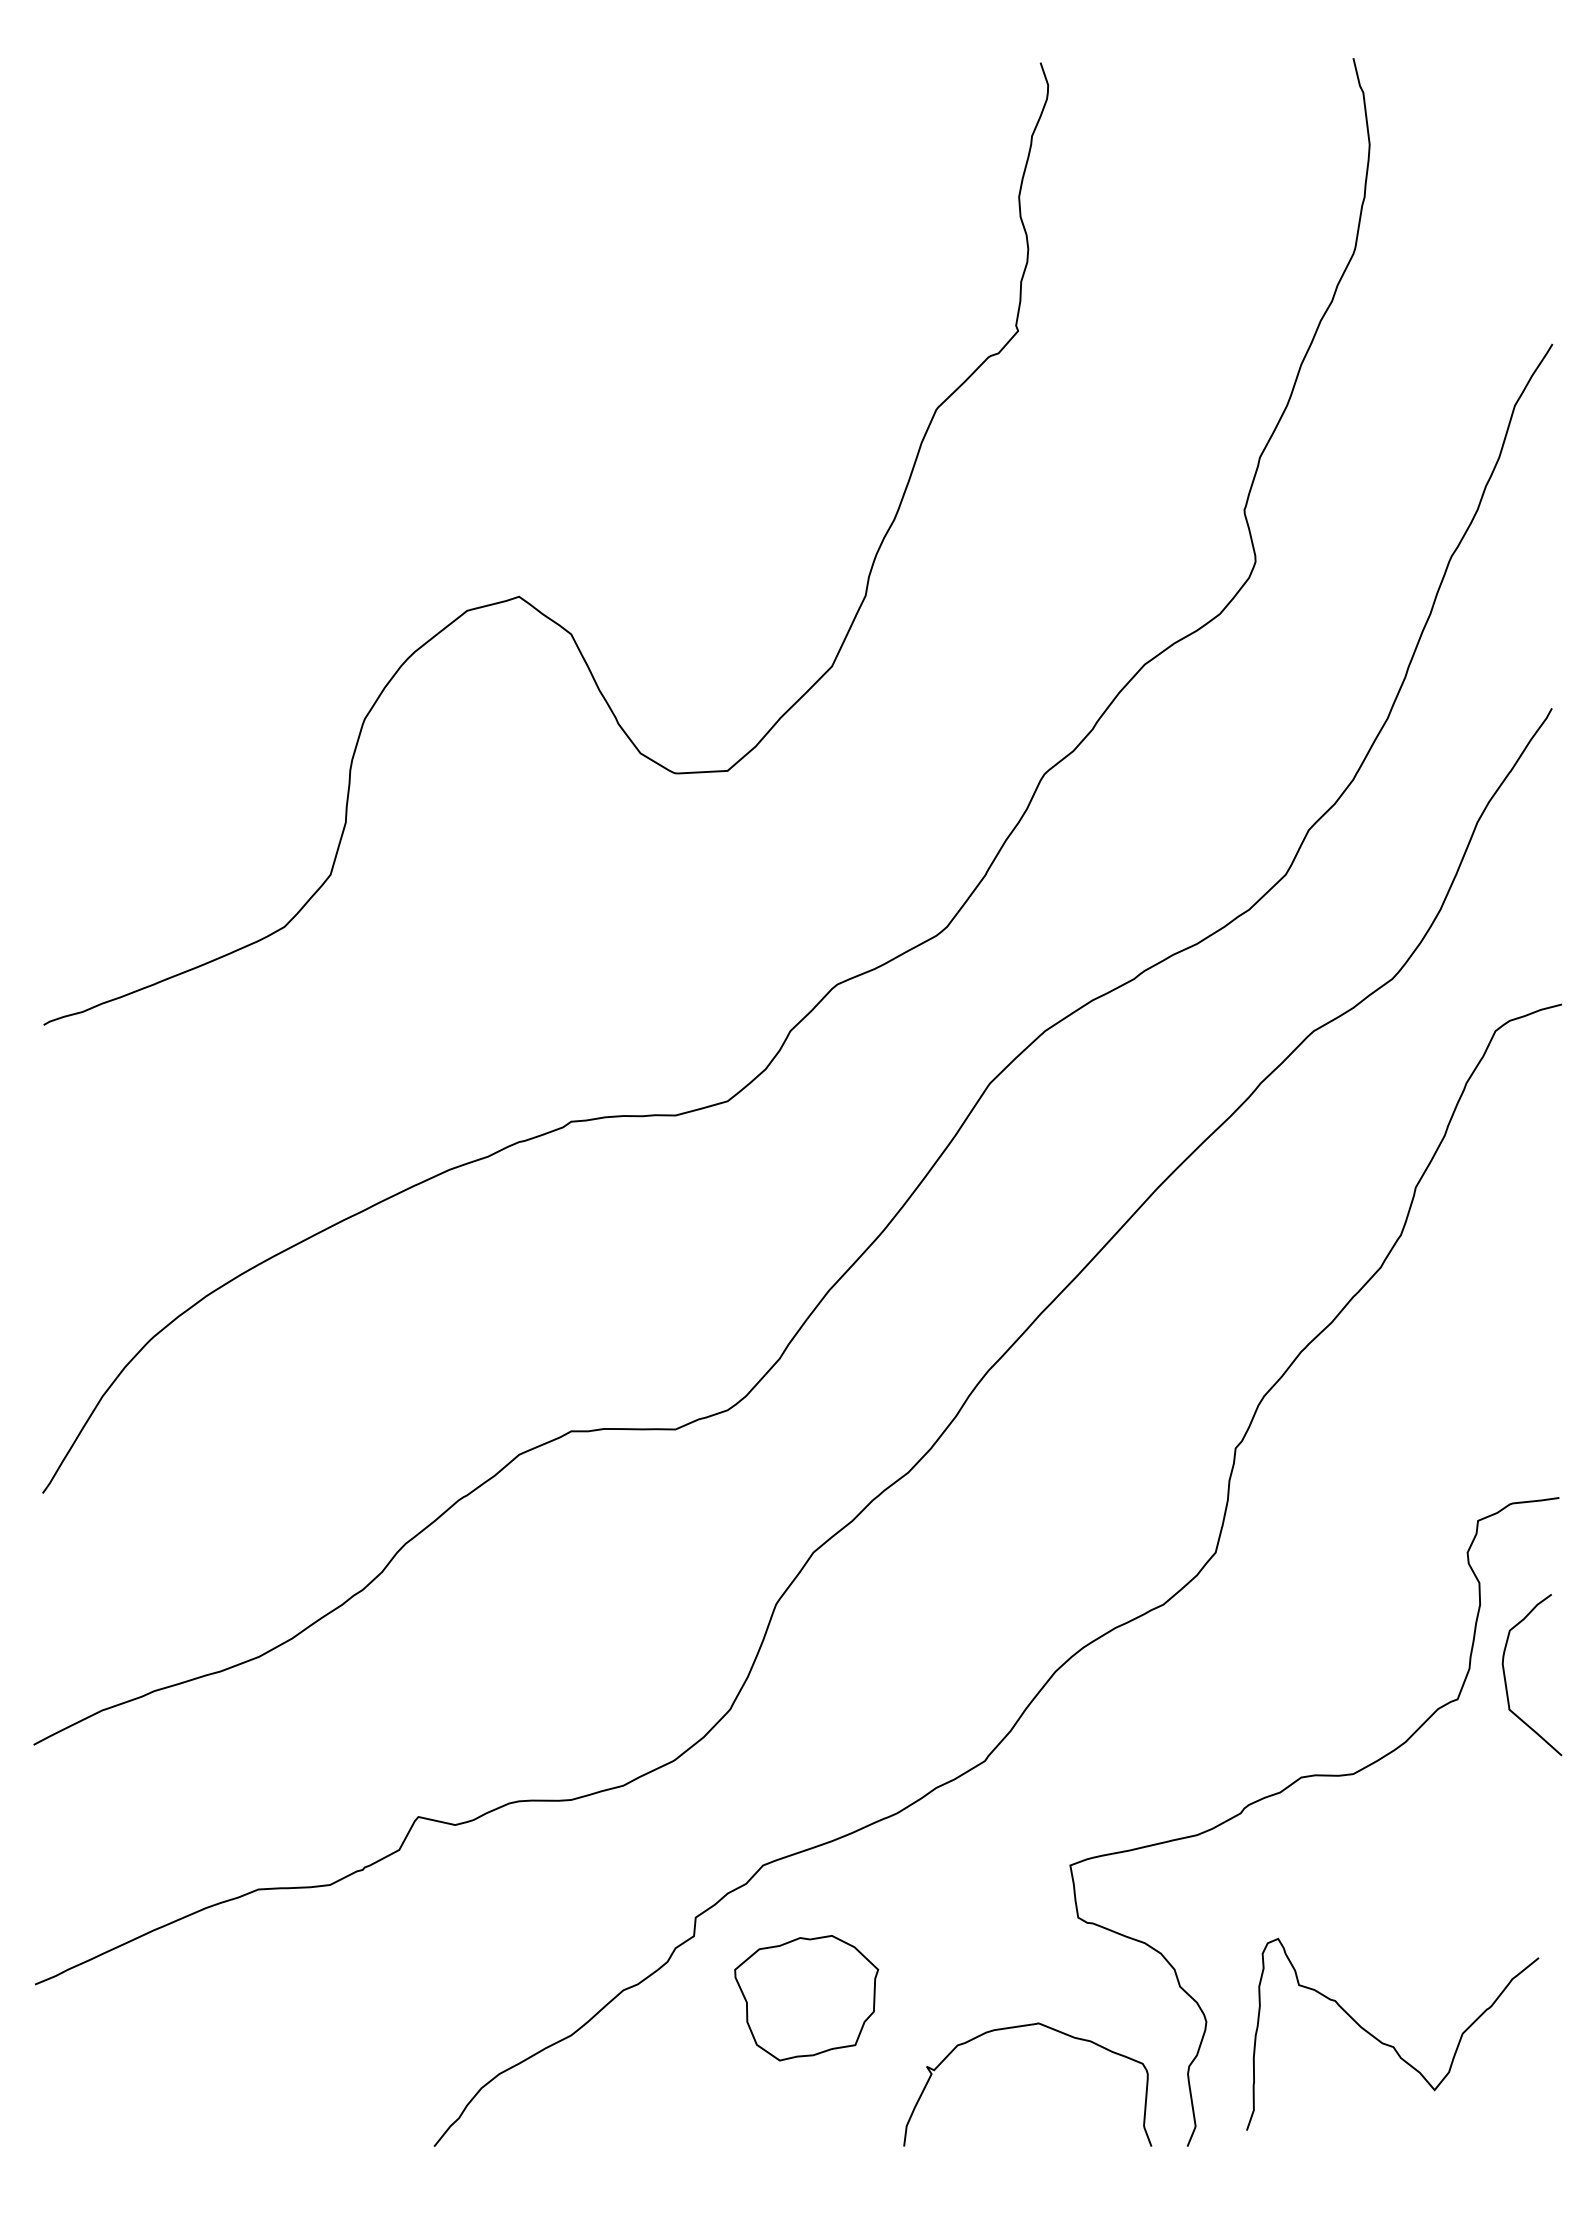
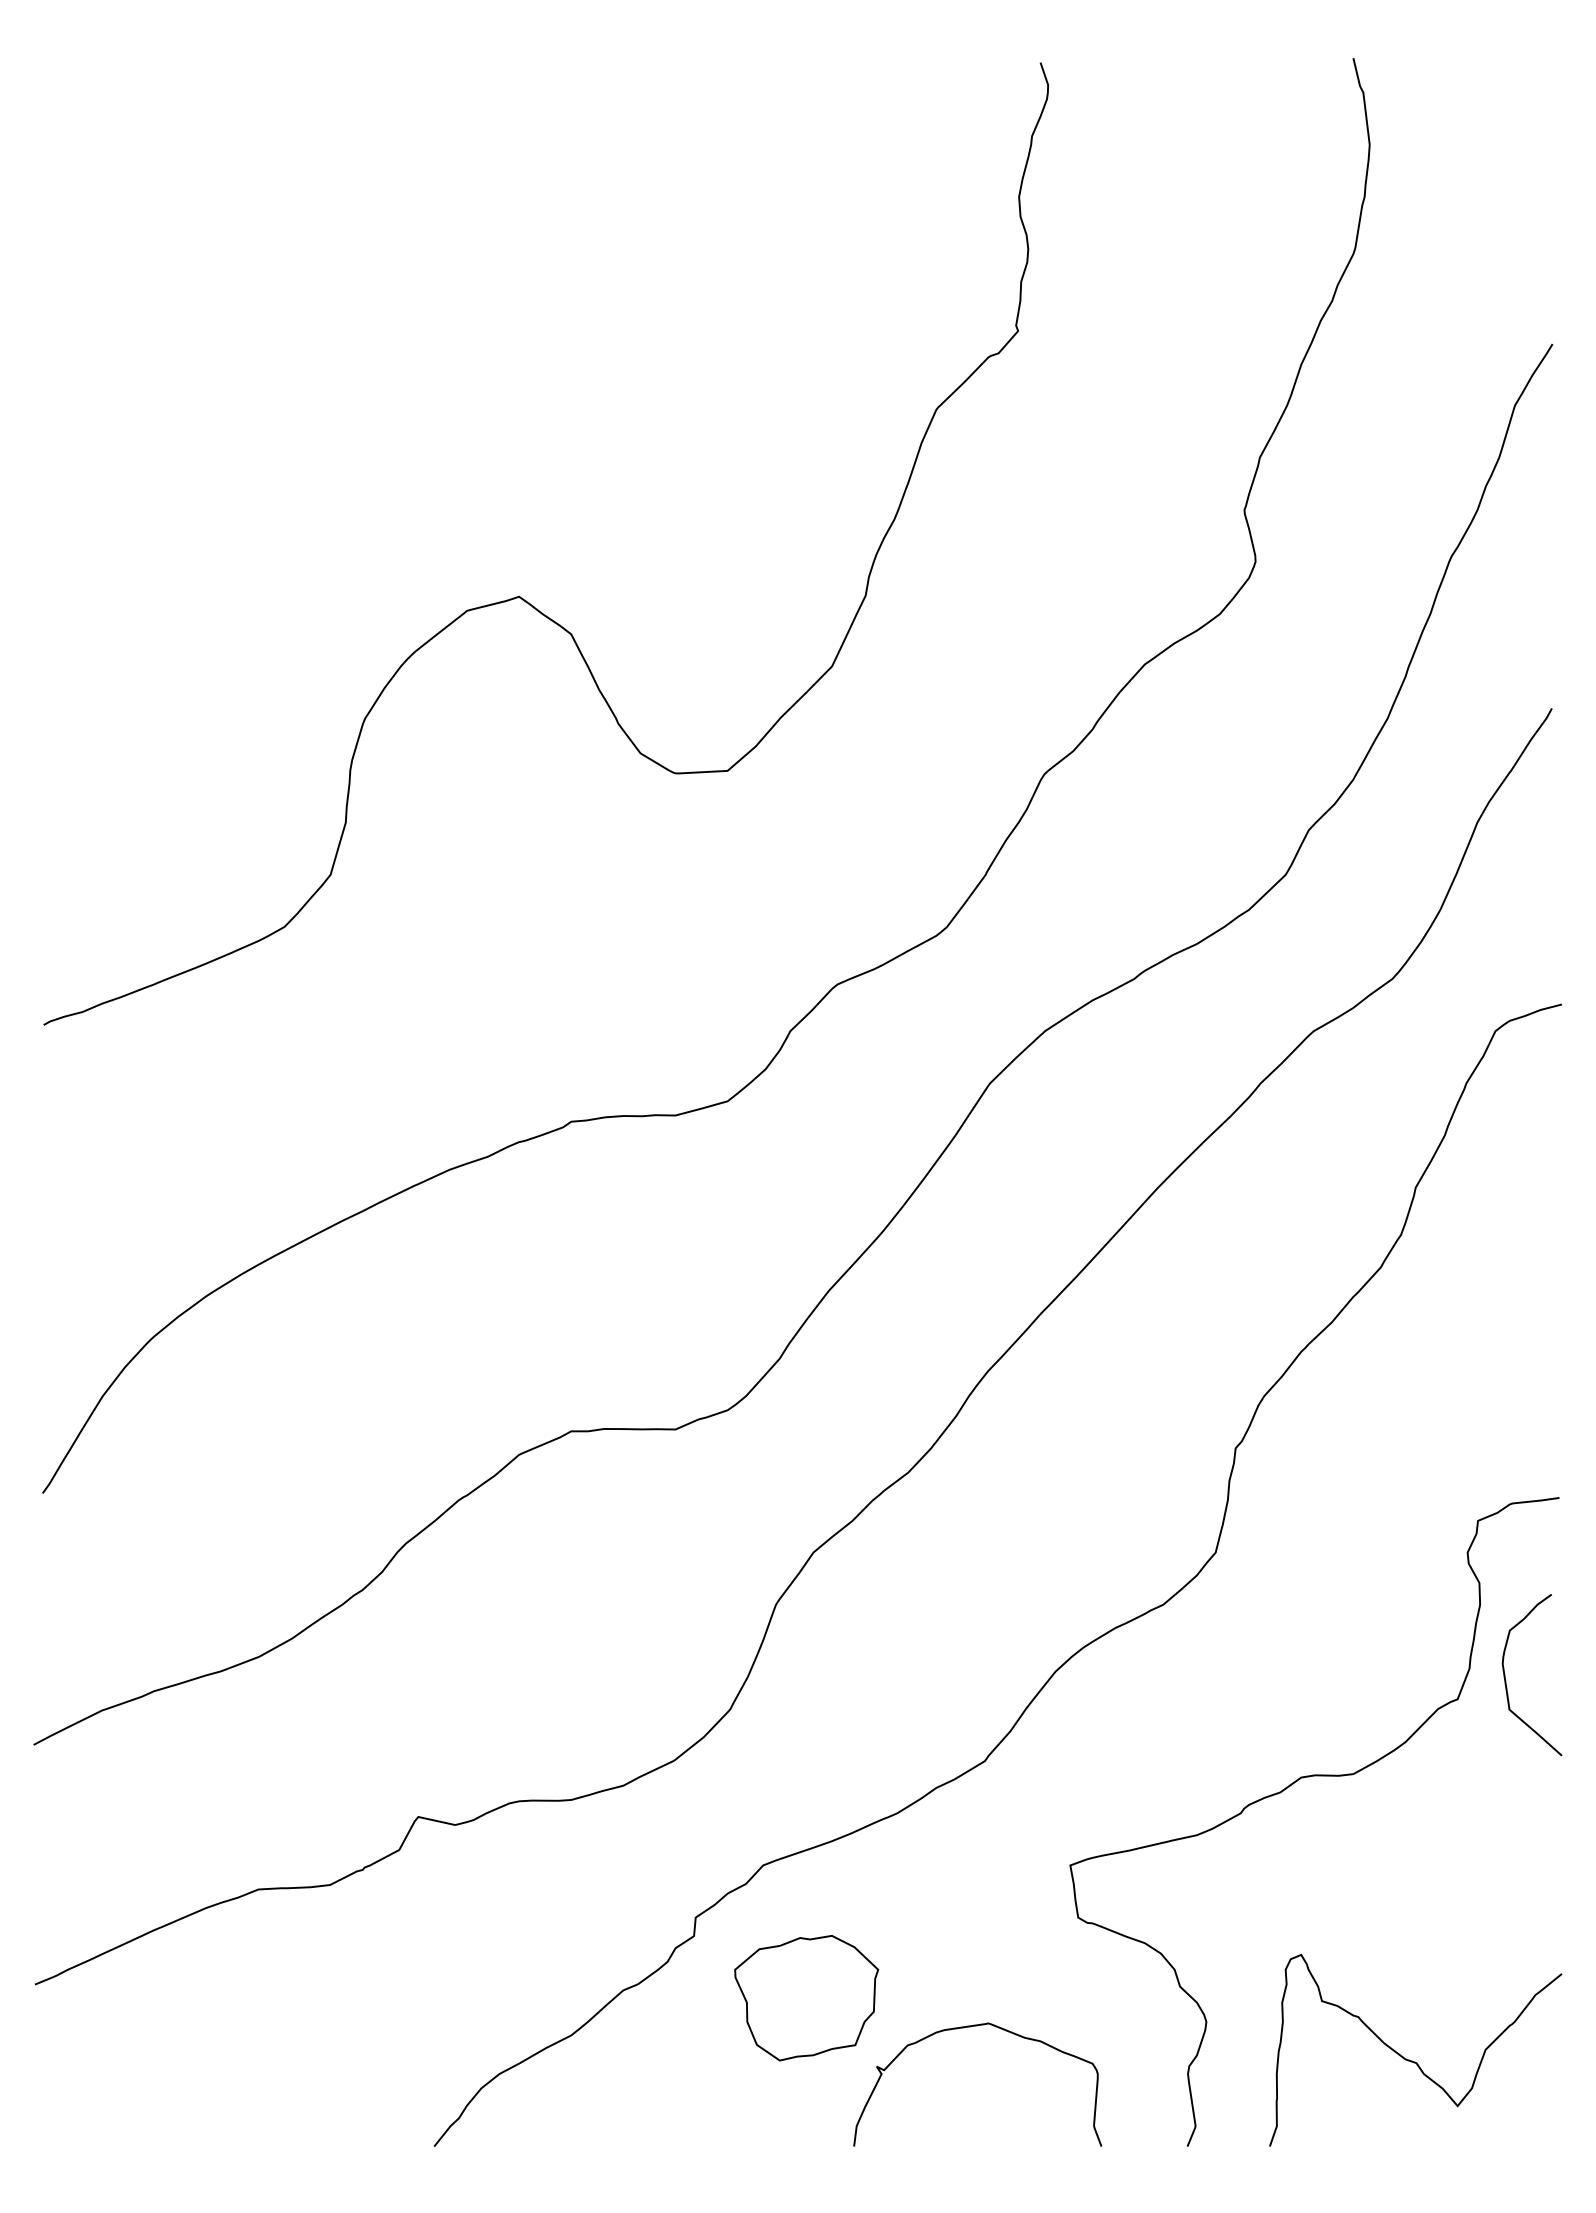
curve at (1020, 2027) position: (1020, 2027) -> (970, 2027)
curve at (1389, 2044) position: (1389, 2044) -> (1412, 2060)
